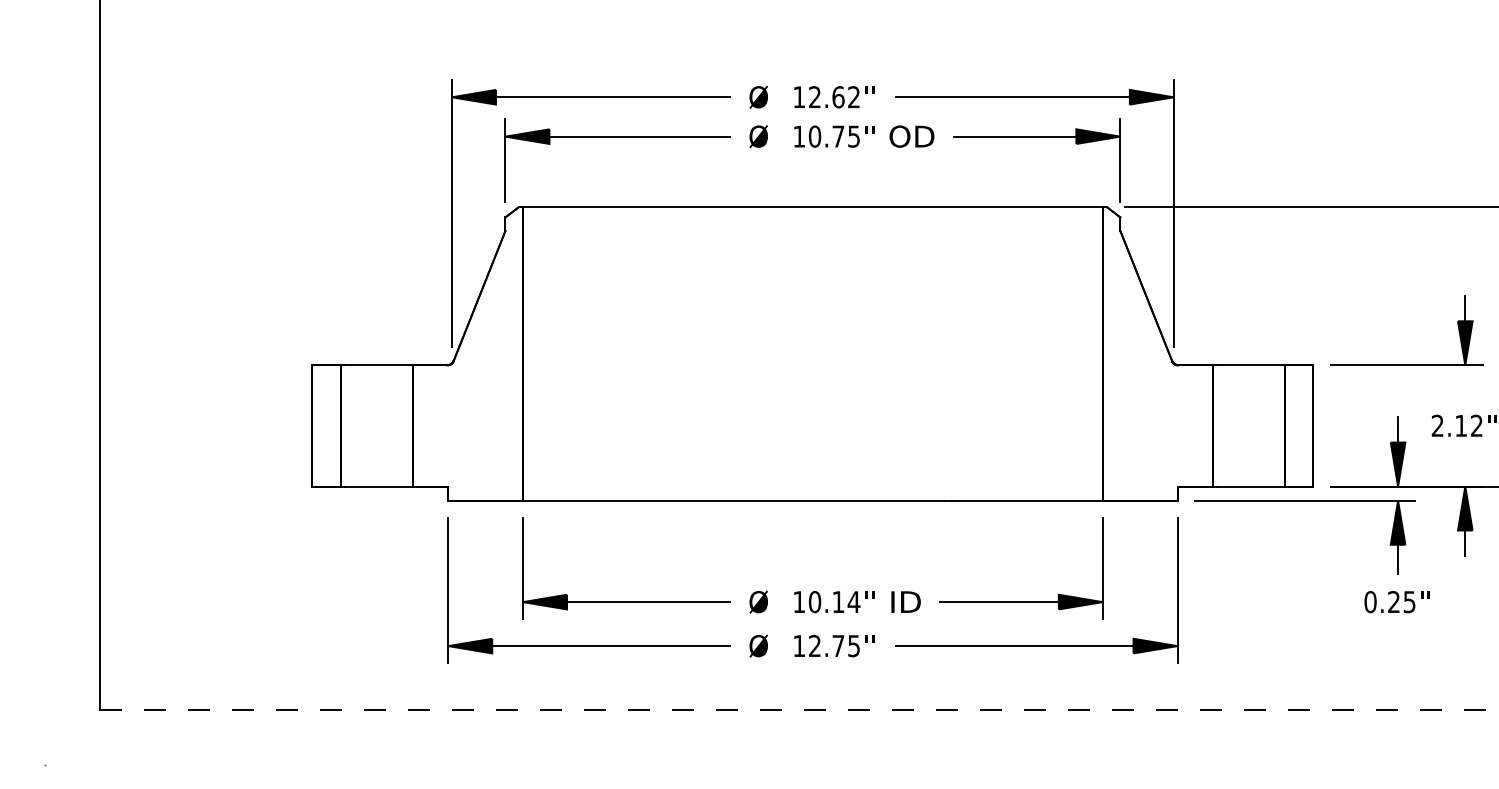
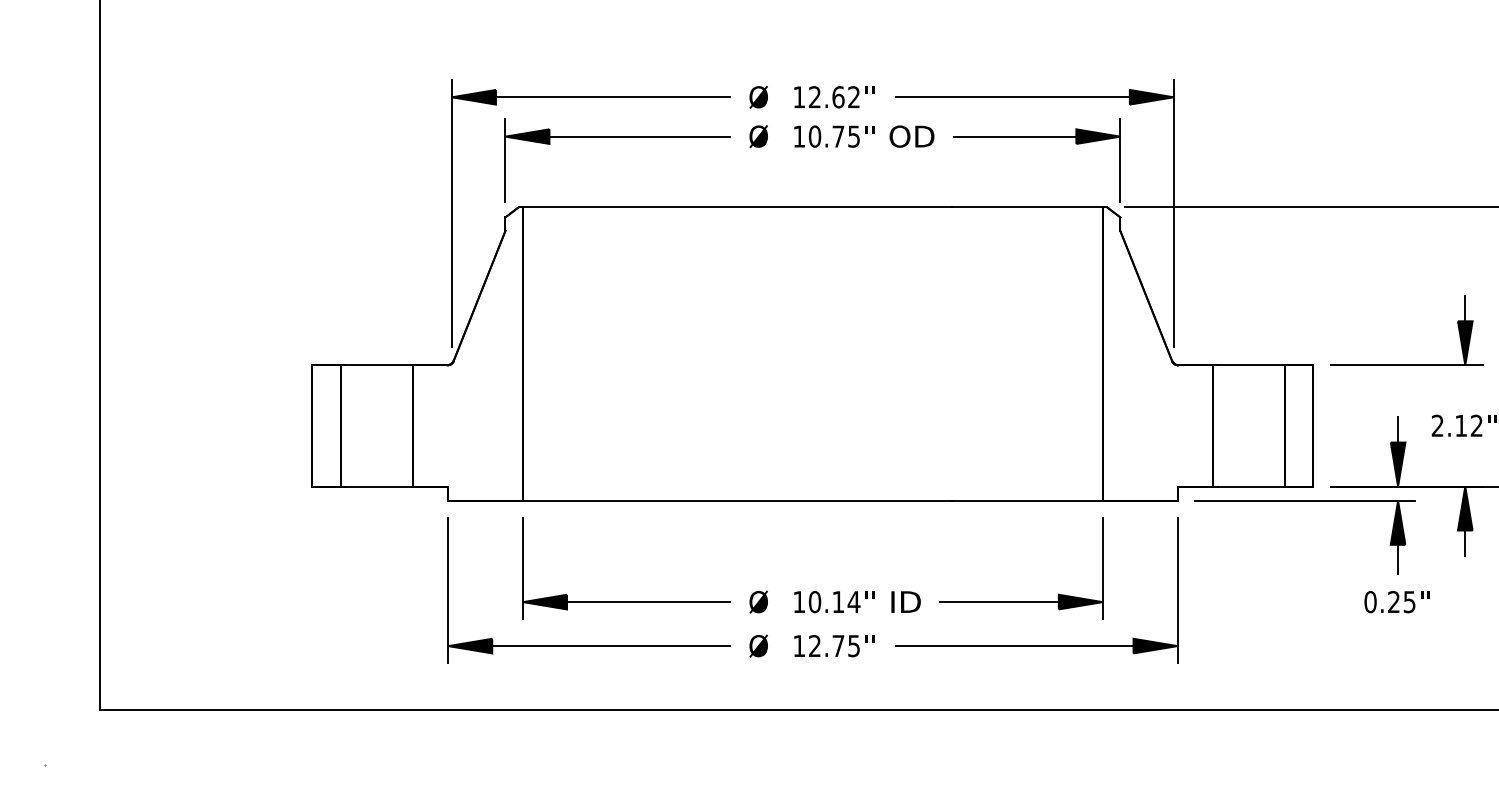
line at (799, 710): dashed -> solid
